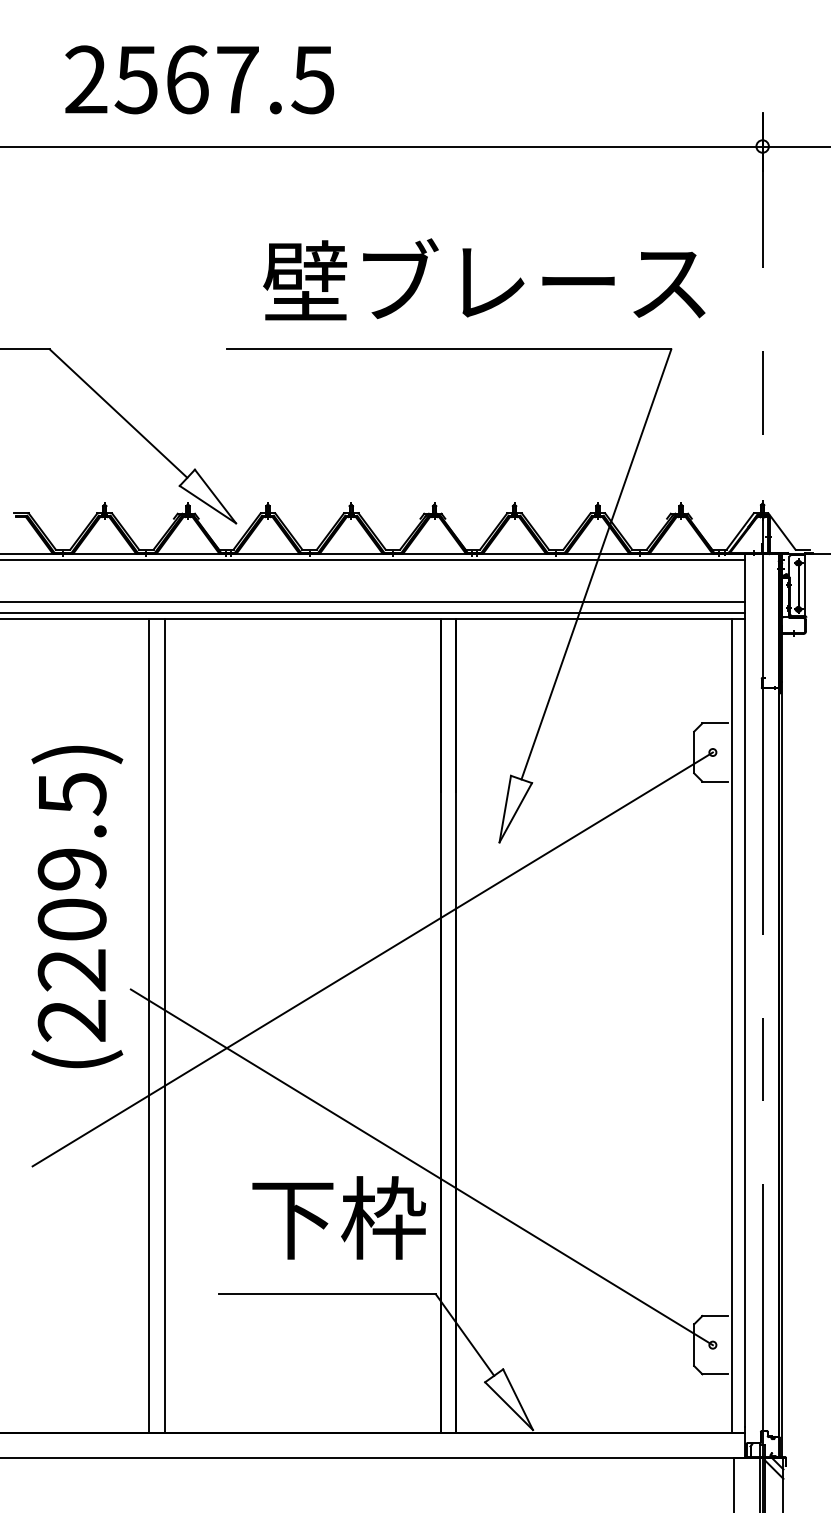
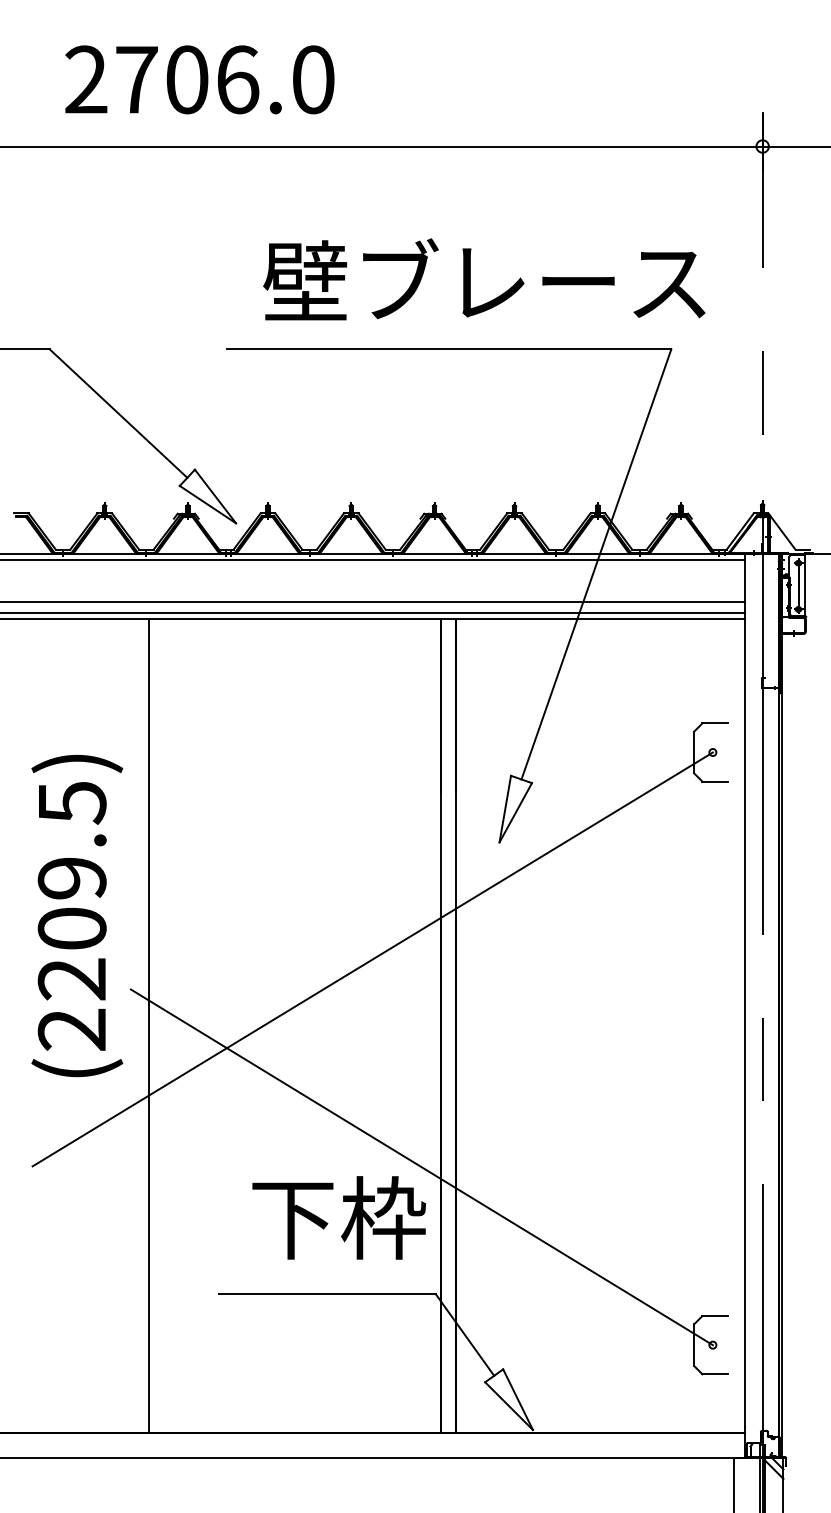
text at (224, 79): 2567.5 -> 2706.0
text at (77, 907) position: (77, 907) -> (77, 916)
line at (164, 1025): present -> none
line at (732, 1025): present -> none
